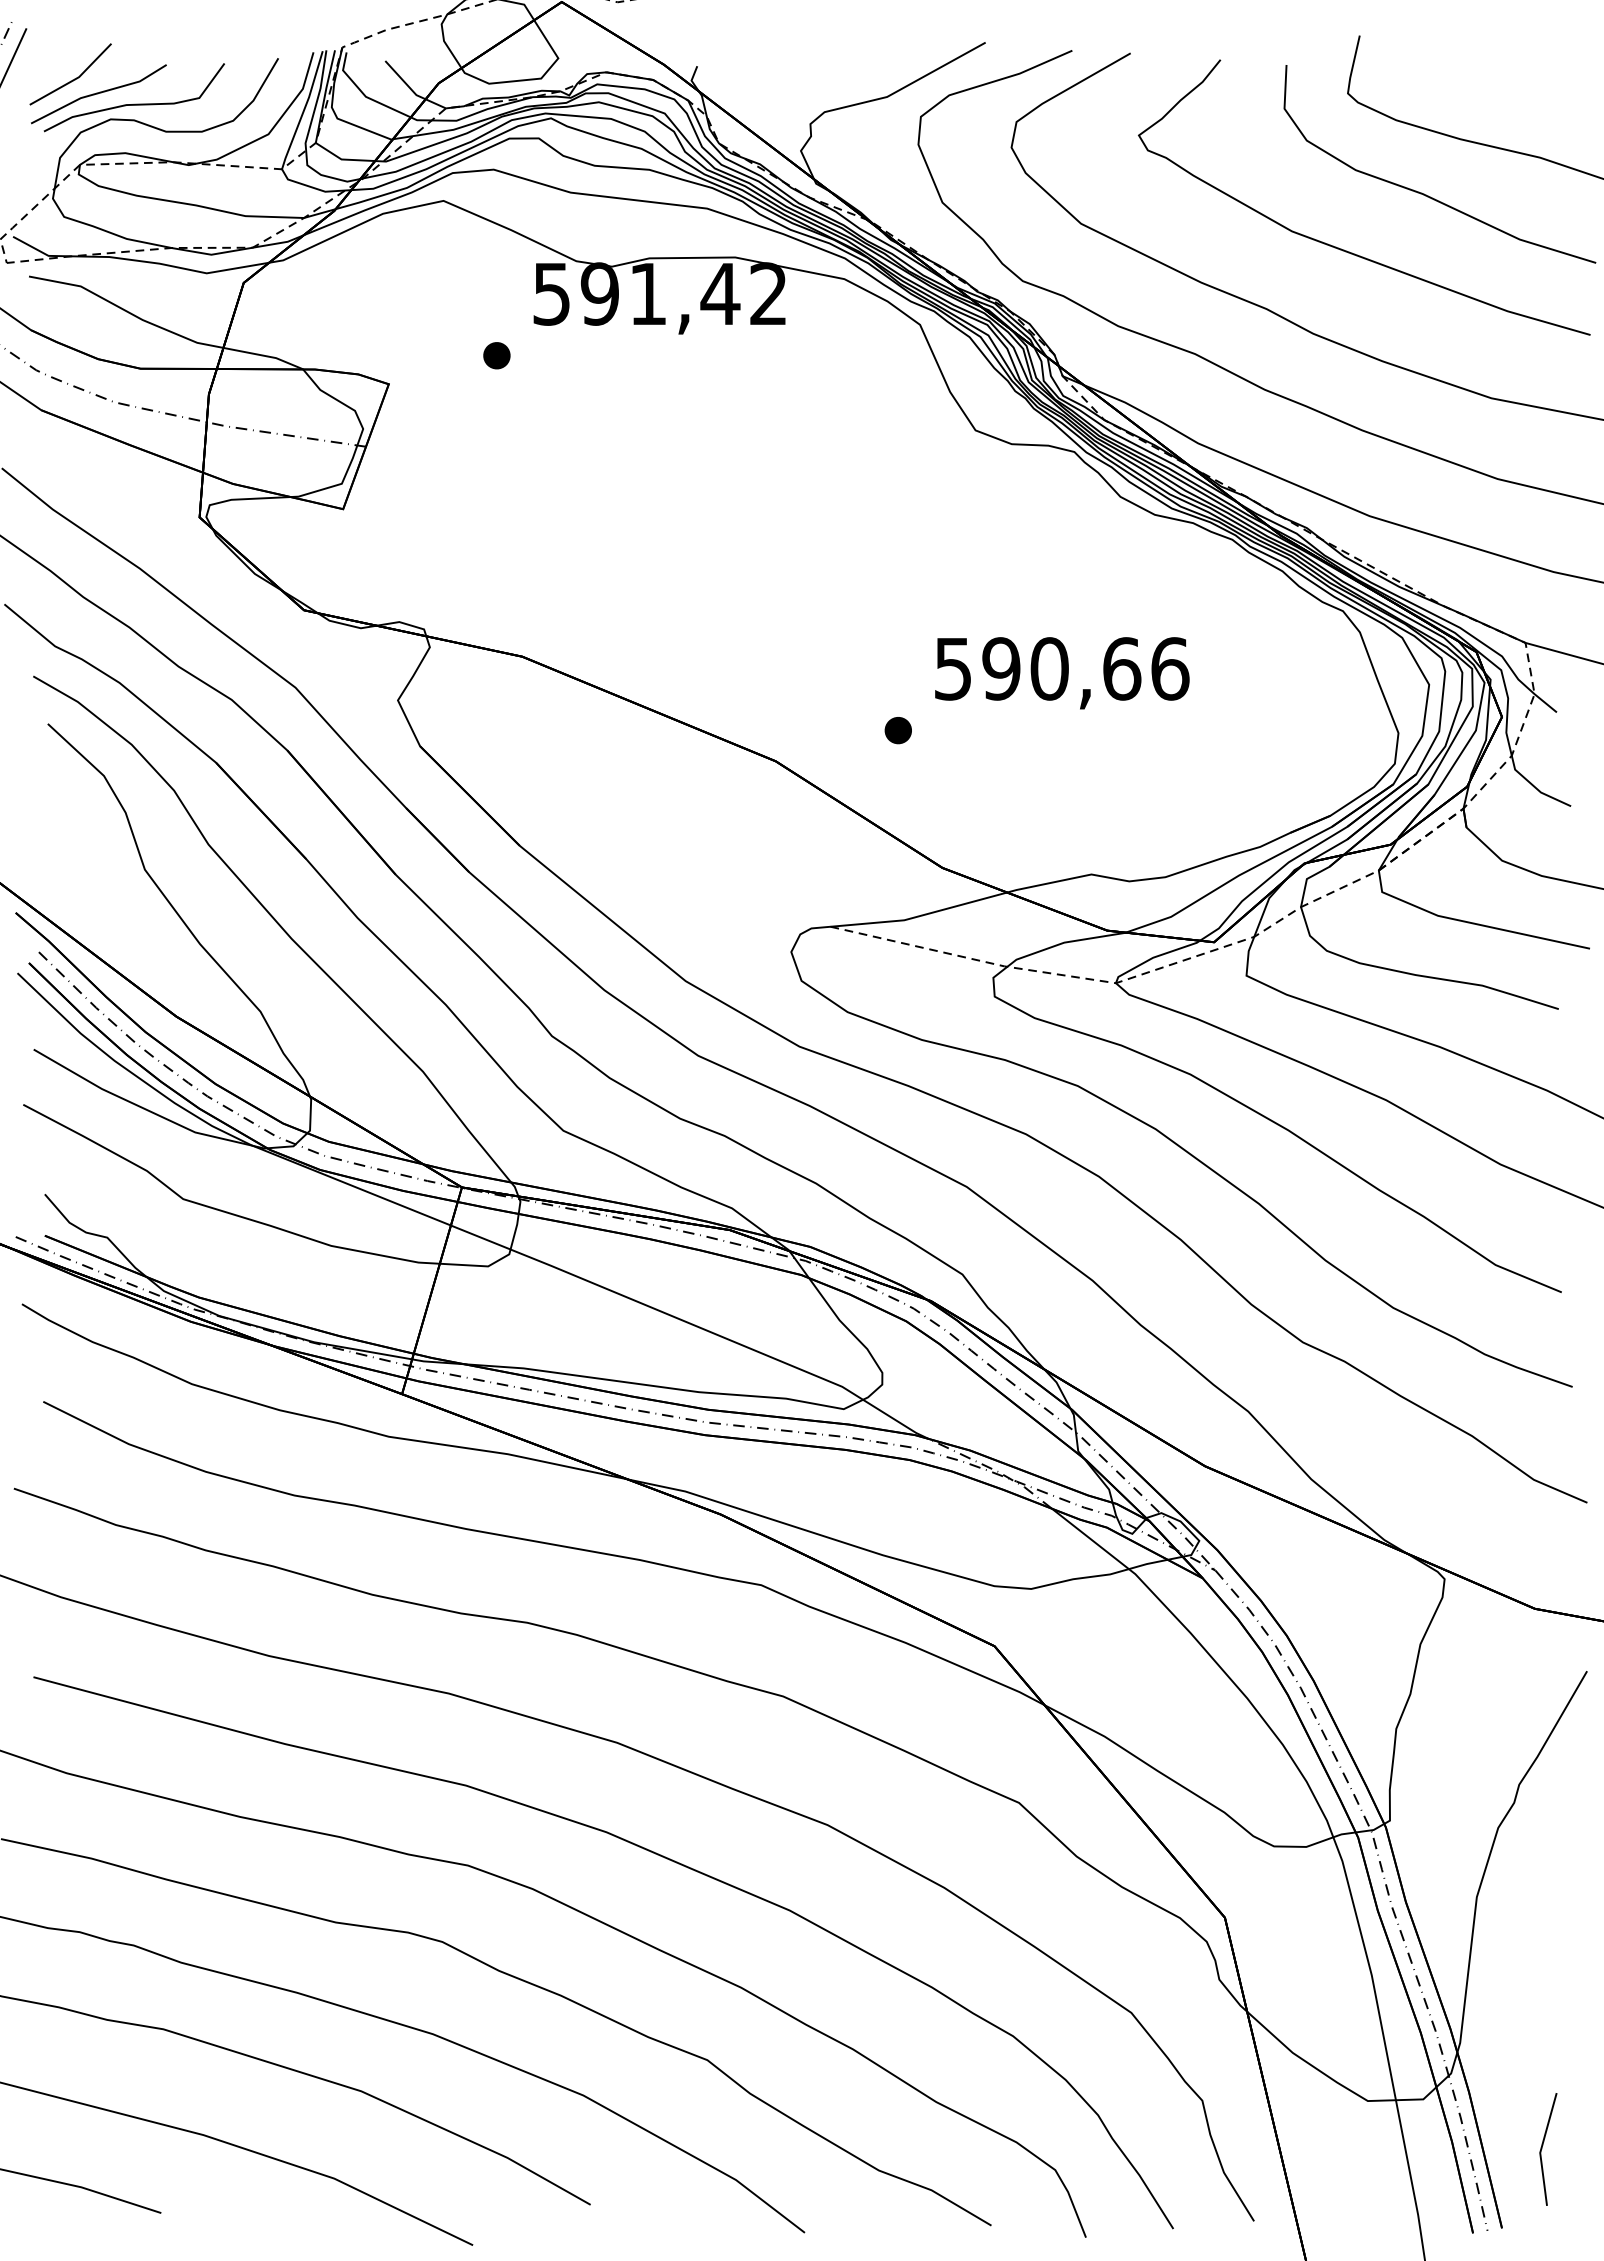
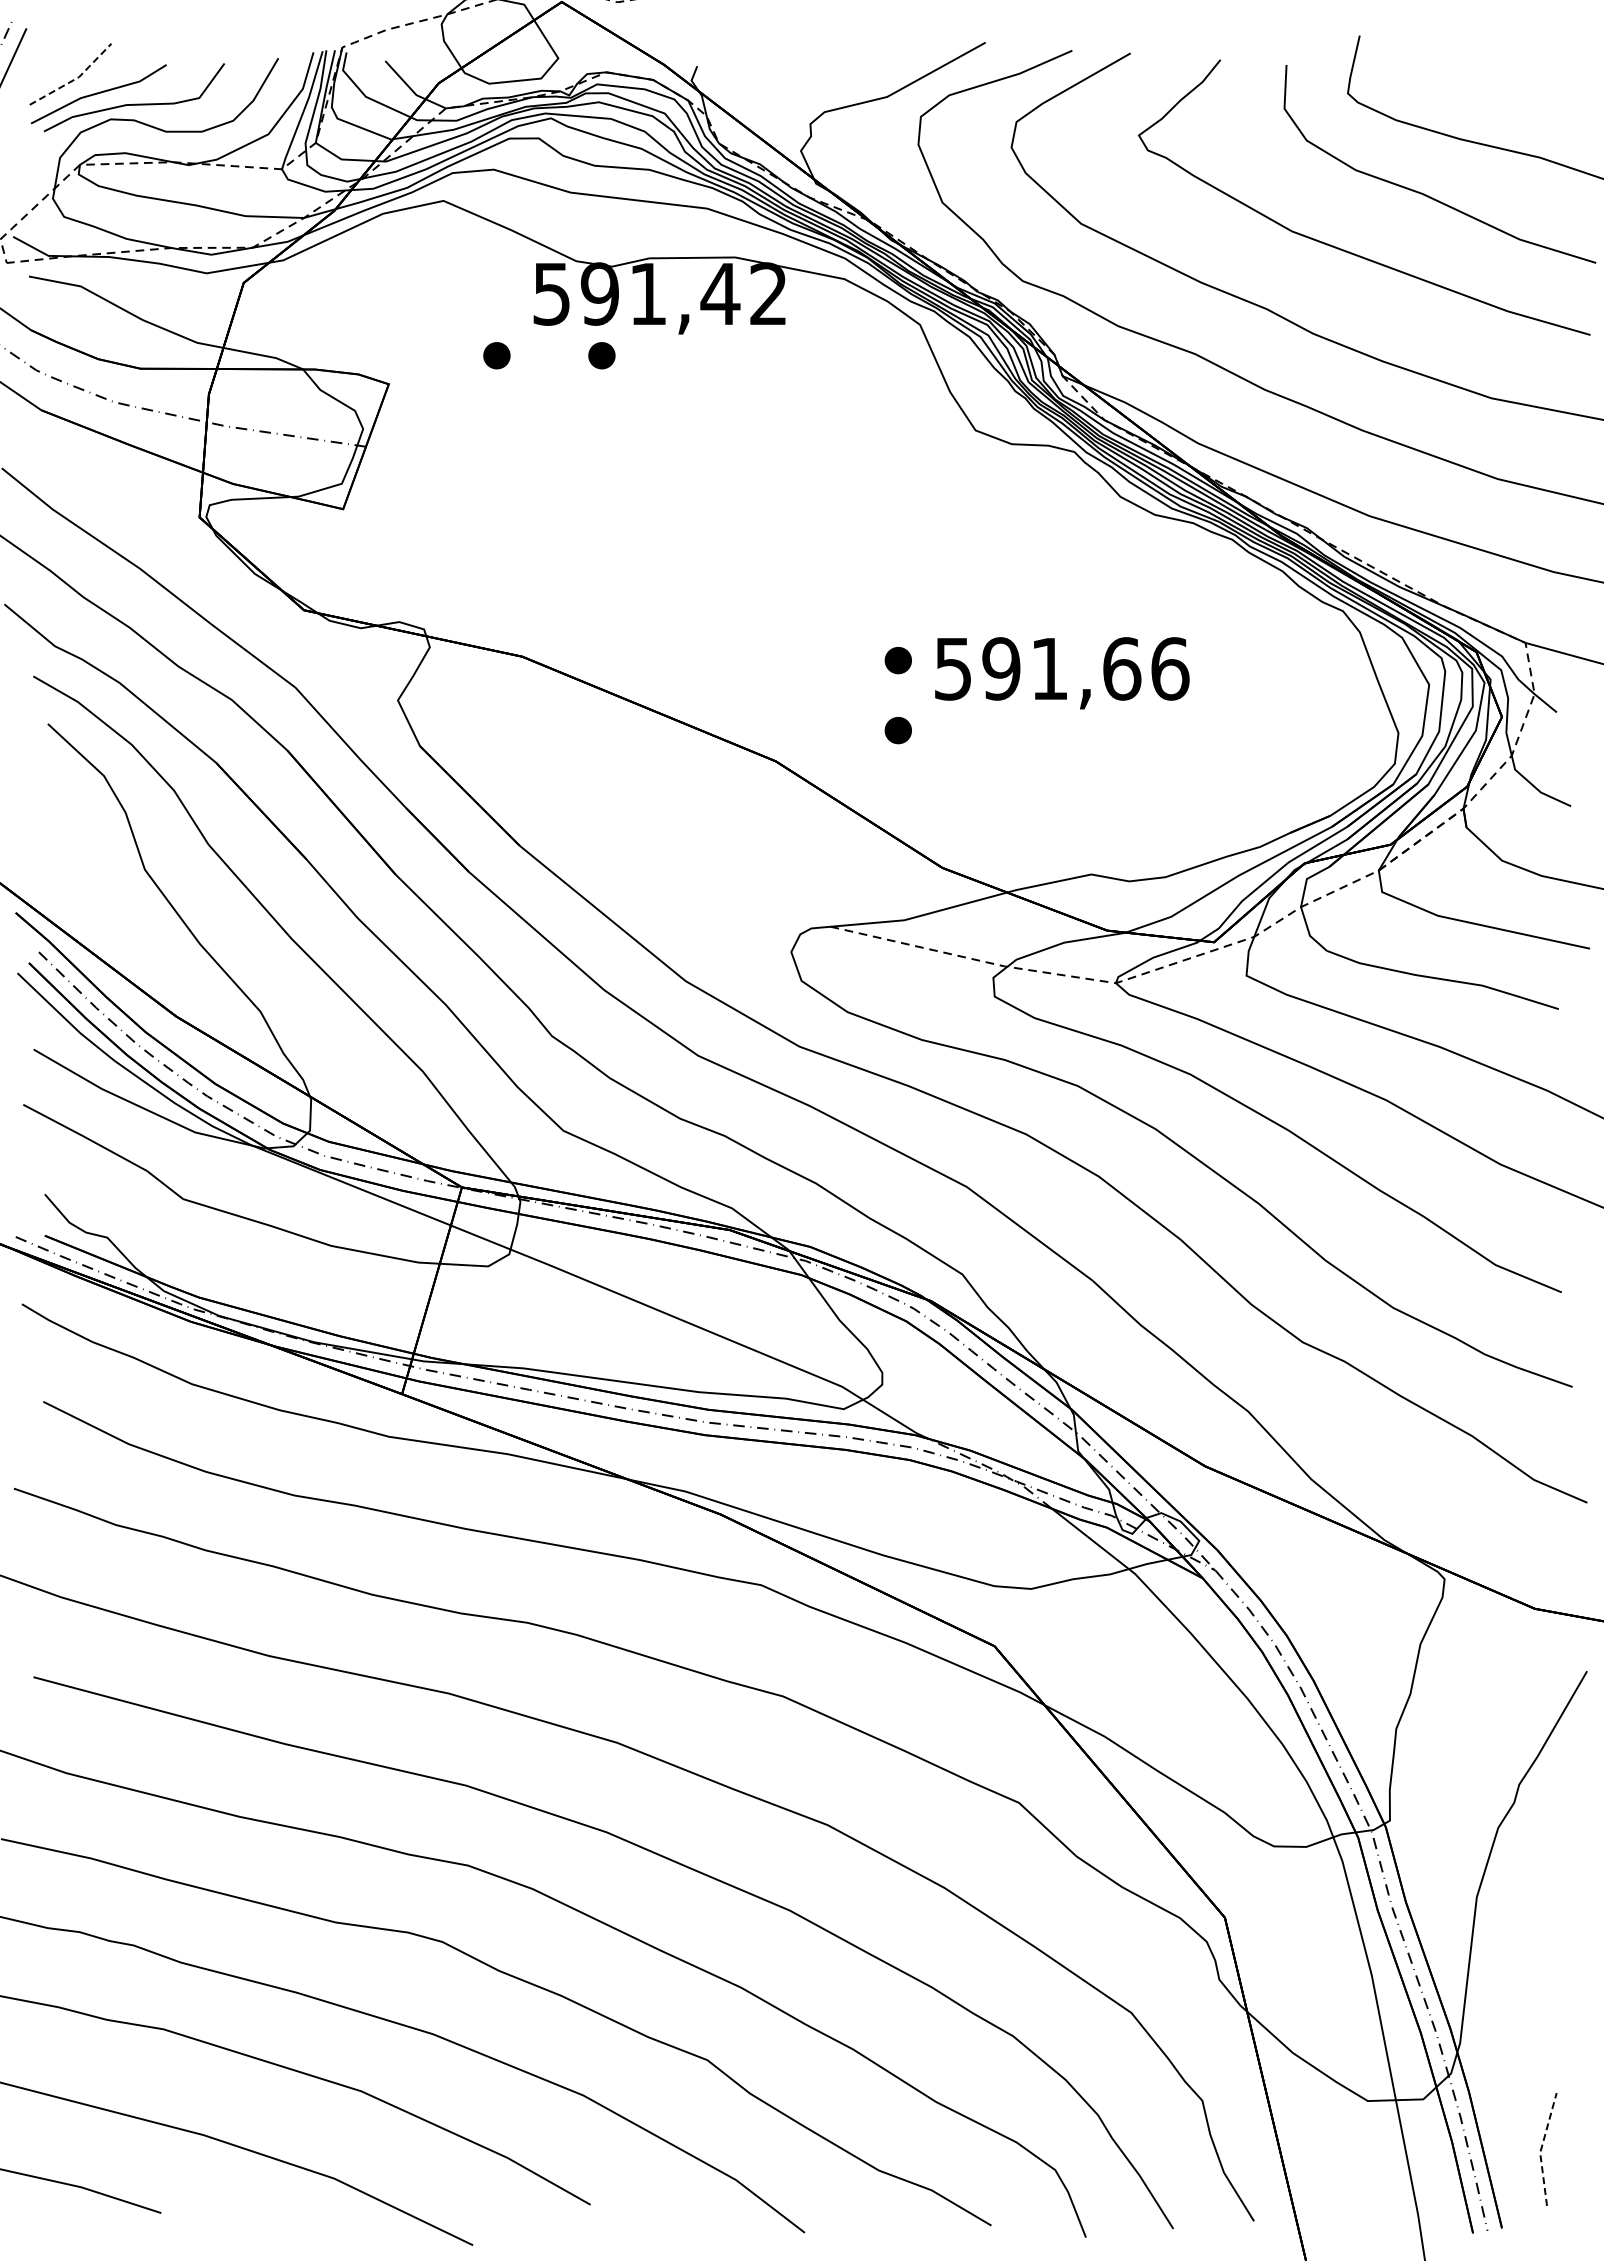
line at (75, 79): solid -> dashed
part at (601, 355): none -> present
part at (897, 660): none -> present
text at (1049, 668): 590,66 -> 591,66
line at (1541, 2149): solid -> dashed
